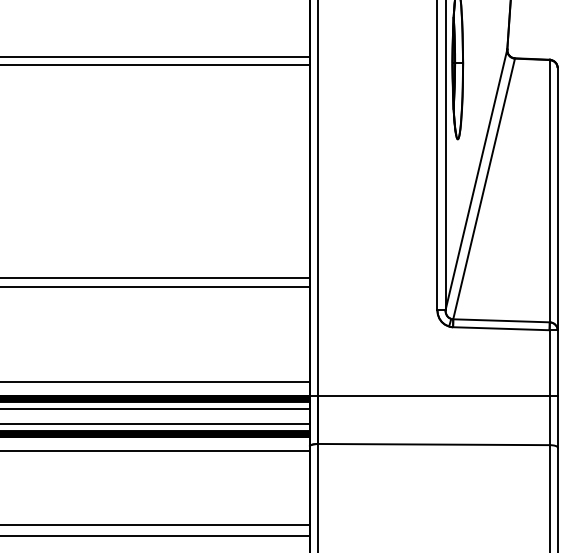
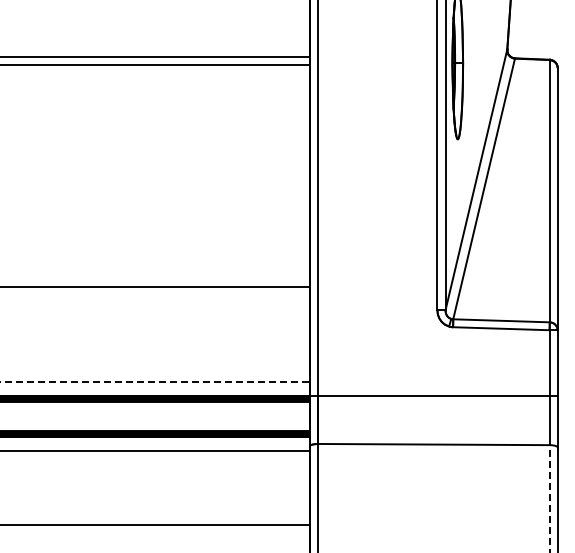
line at (155, 278): present -> none
line at (155, 382): solid -> dashed
line at (155, 409): present -> none
line at (155, 423): present -> none
line at (549, 498): solid -> dashed
line at (155, 536): present -> none
